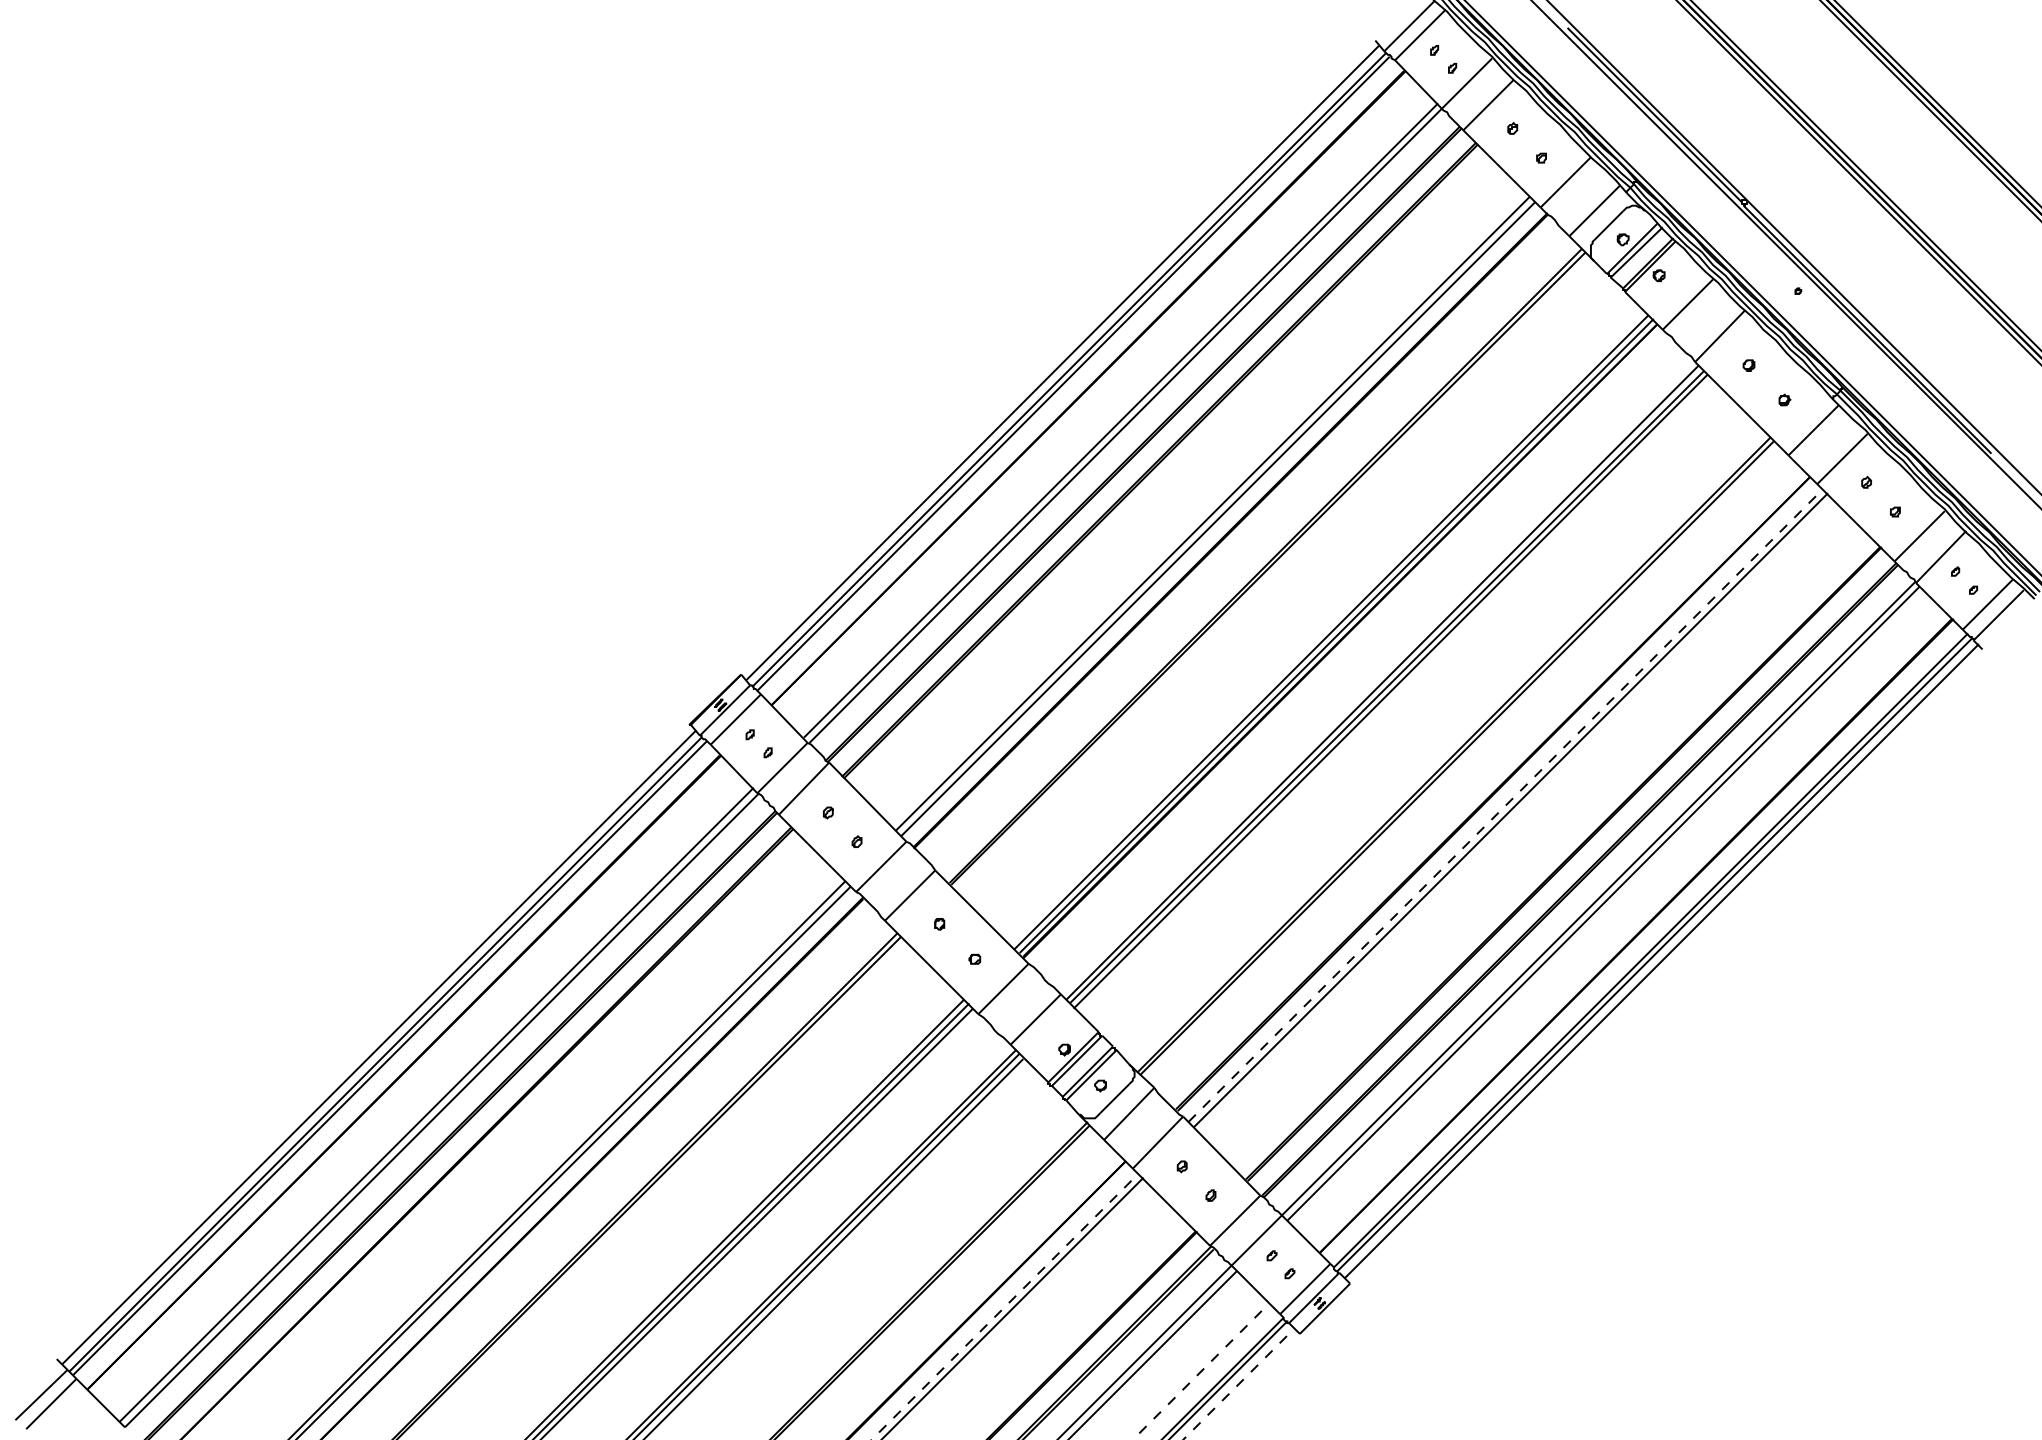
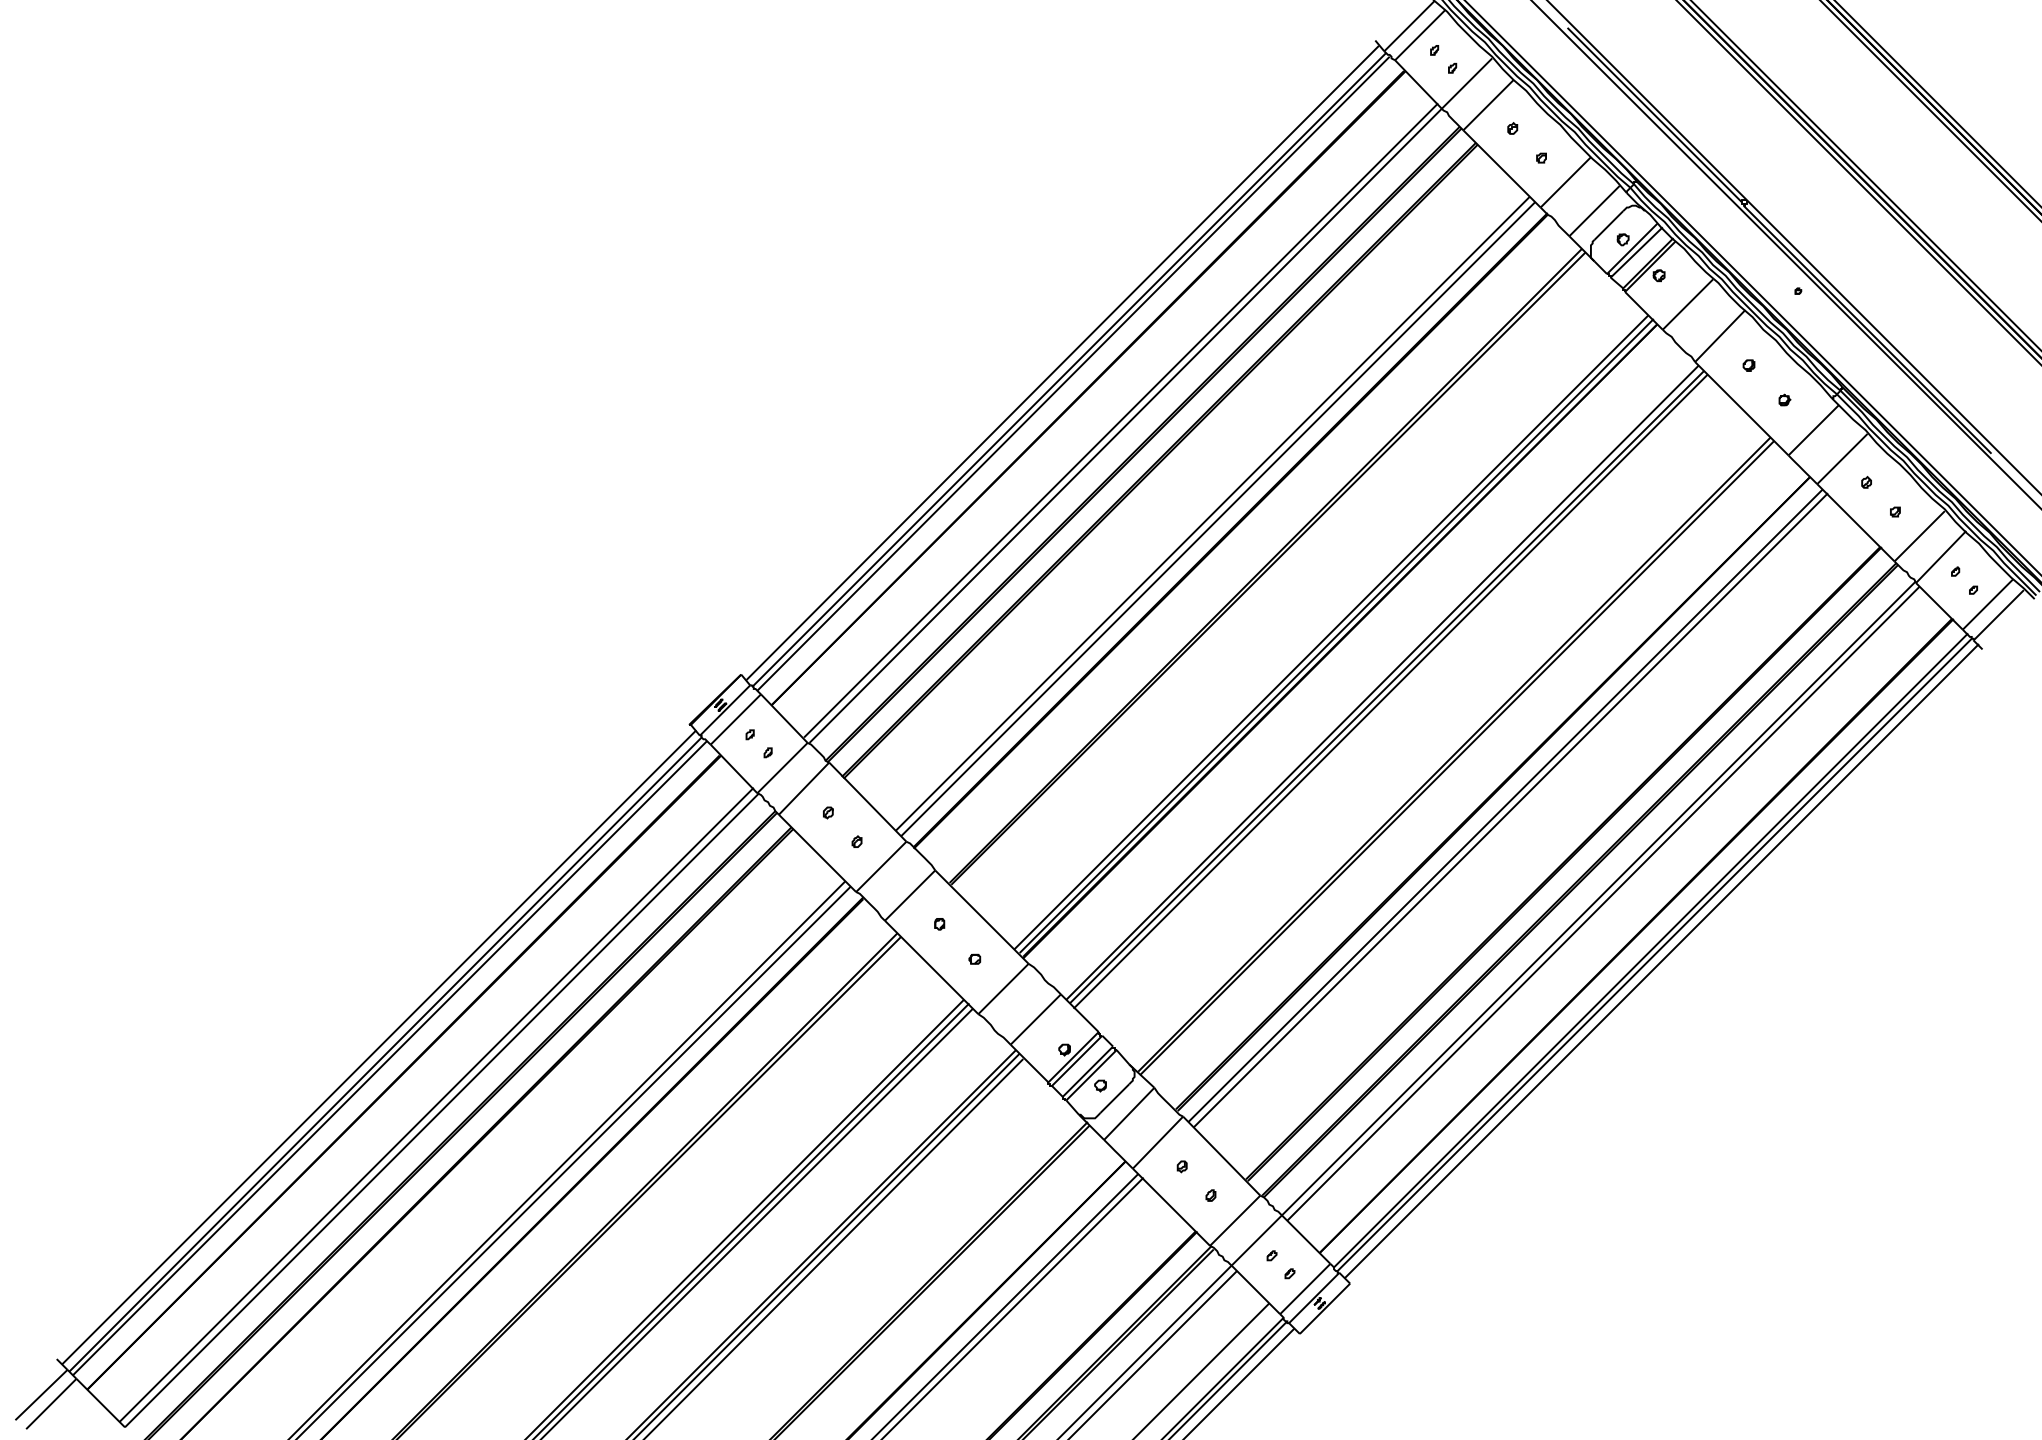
line at (1505, 805): dashed -> solid
line at (1005, 1306): dashed -> solid
line at (1201, 1371): dashed -> solid
line at (1239, 1383): dashed -> solid
